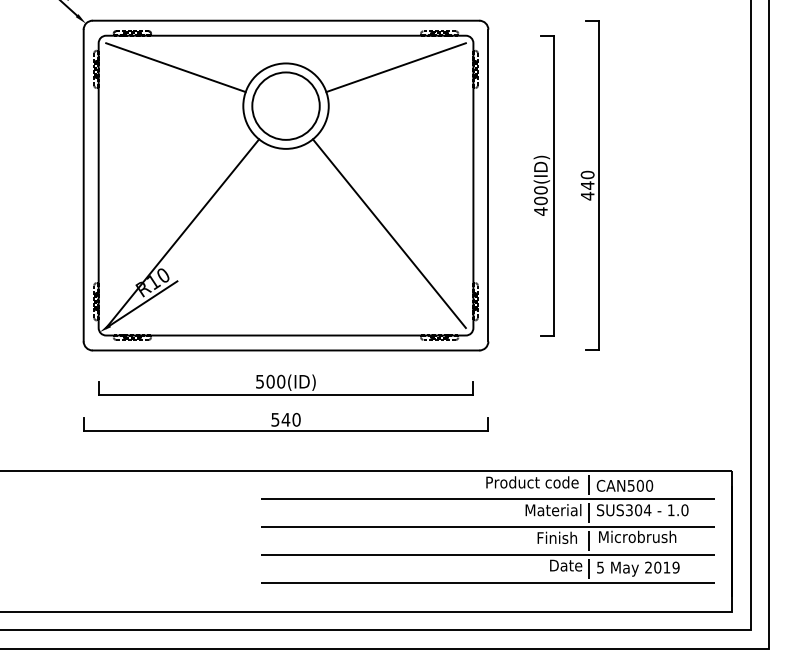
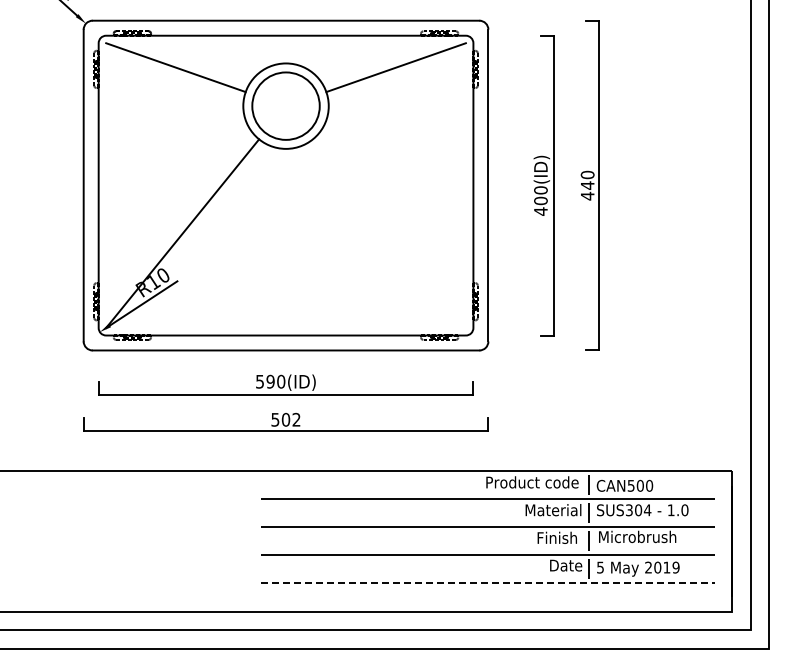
line at (388, 233): present -> none
text at (270, 381): 500(ID) -> 590(ID)
text at (290, 419): 540 -> 502
line at (488, 583): solid -> dashed
